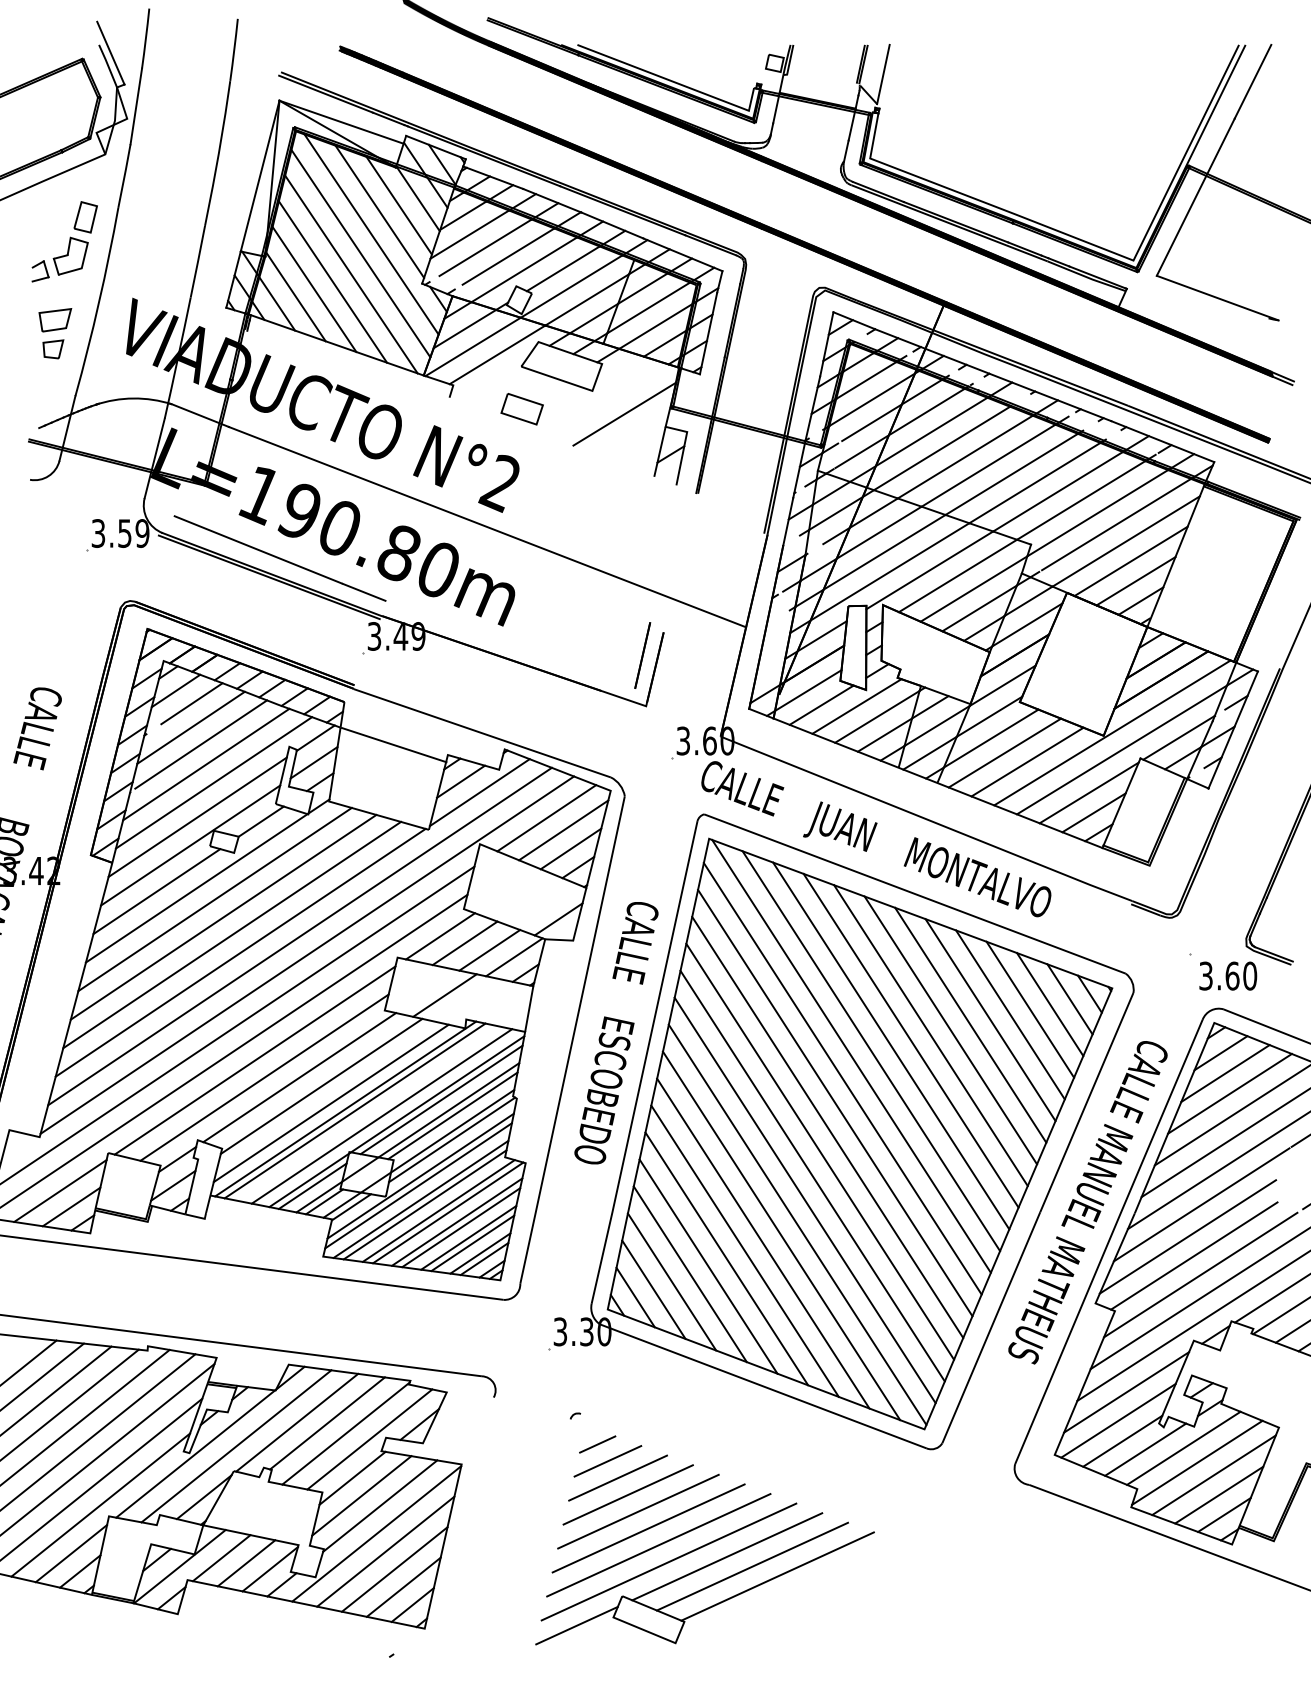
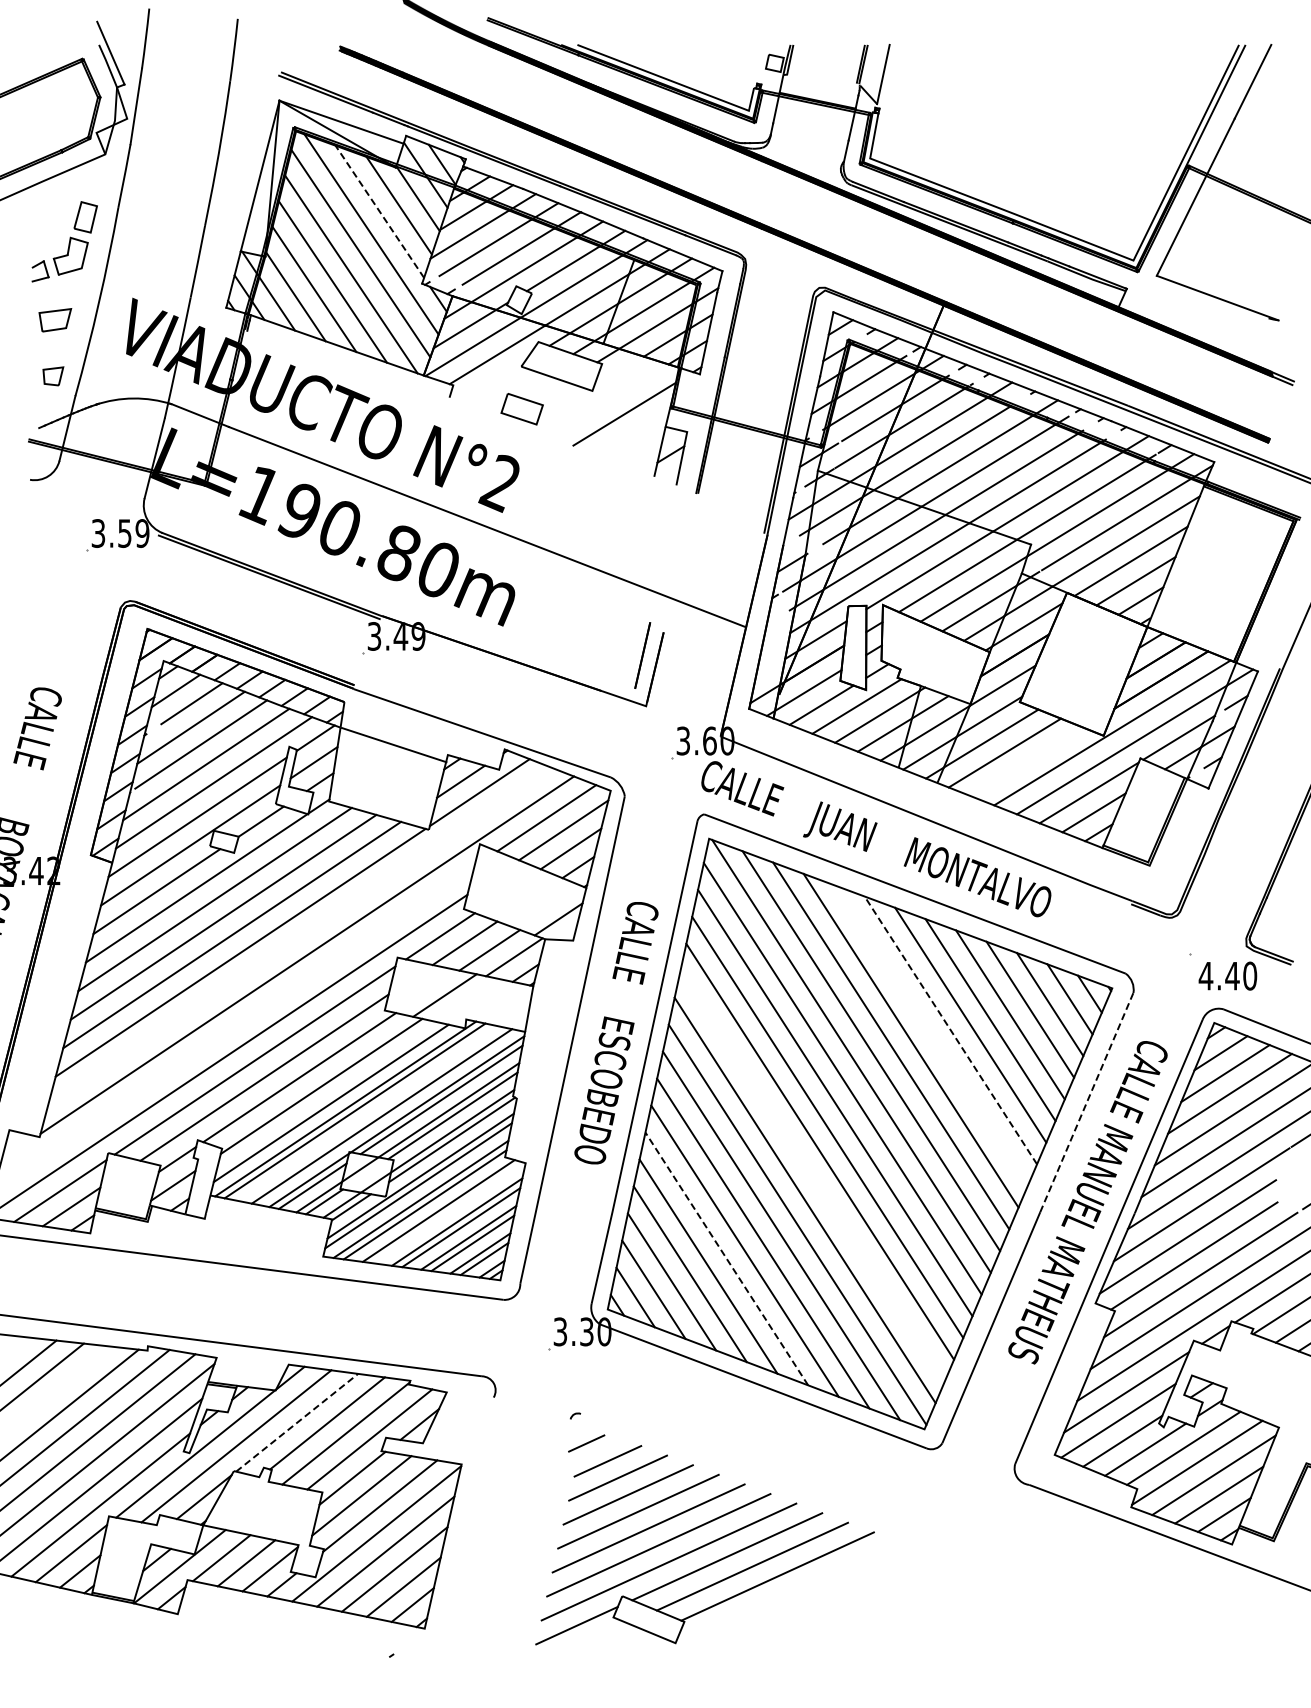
line at (379, 211): solid -> dashed
part at (53, 349) position: (53, 349) -> (53, 376)
line at (279, 558): present -> none
line at (1027, 761): present -> none
line at (299, 936): present -> none
text at (1218, 975): 3.60 -> 4.40
line at (238, 1024): present -> none
line at (950, 1029): solid -> dashed
line at (930, 1035): present -> none
line at (1087, 1102): solid -> dashed
line at (812, 1175): present -> none
line at (448, 1212): present -> none
line at (726, 1258): solid -> dashed
line at (56, 1390): present -> none
line at (297, 1422): solid -> dashed
line at (597, 1444) position: (597, 1444) -> (586, 1443)
